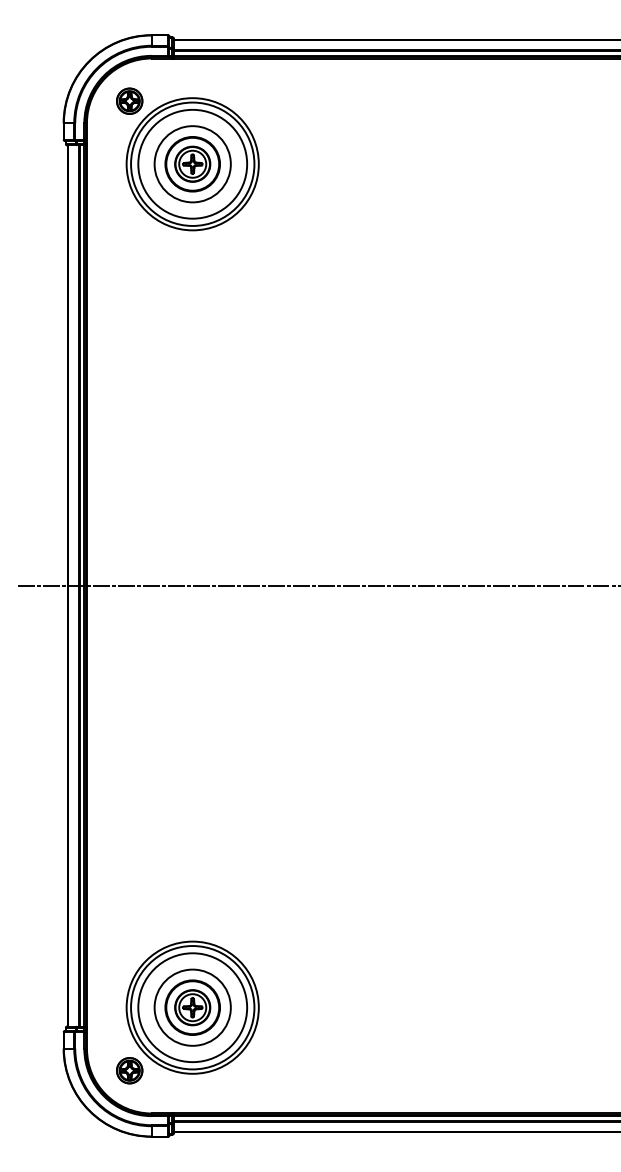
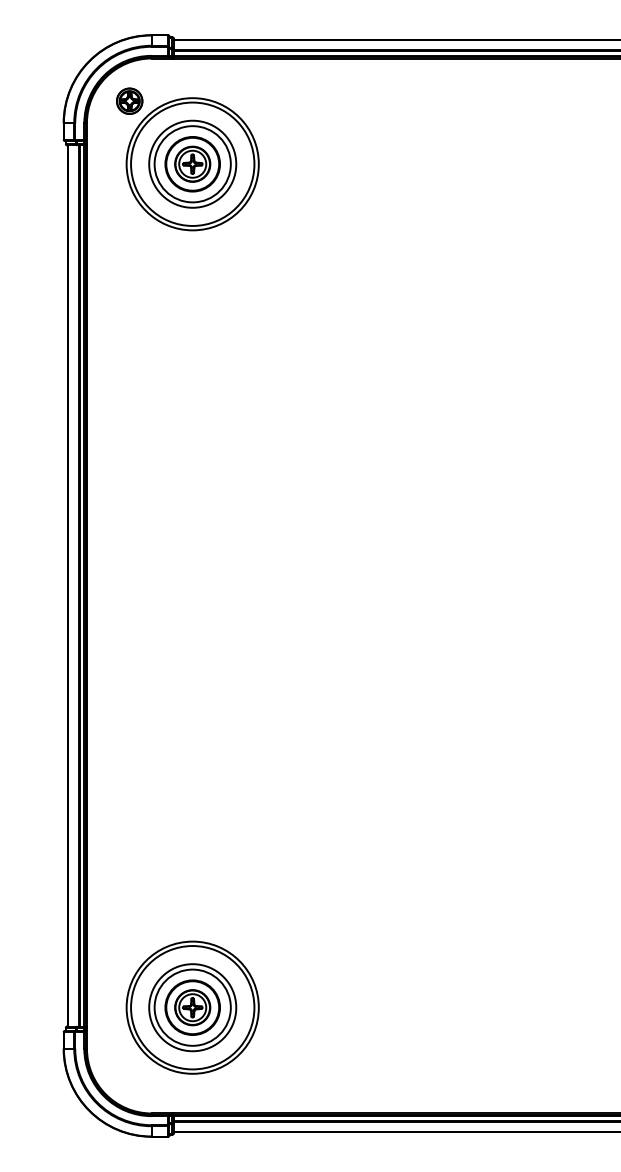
circle at (192, 163) diameter: 109 px -> 87 px
line at (317, 585): present -> none
circle at (192, 1007) diameter: 109 px -> 87 px
part at (129, 1070): present -> none
